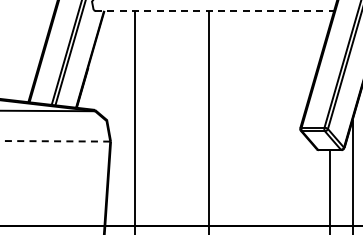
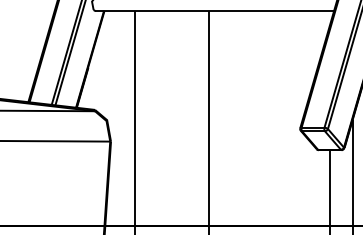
line at (215, 10): dashed -> solid
line at (55, 141): dashed -> solid
